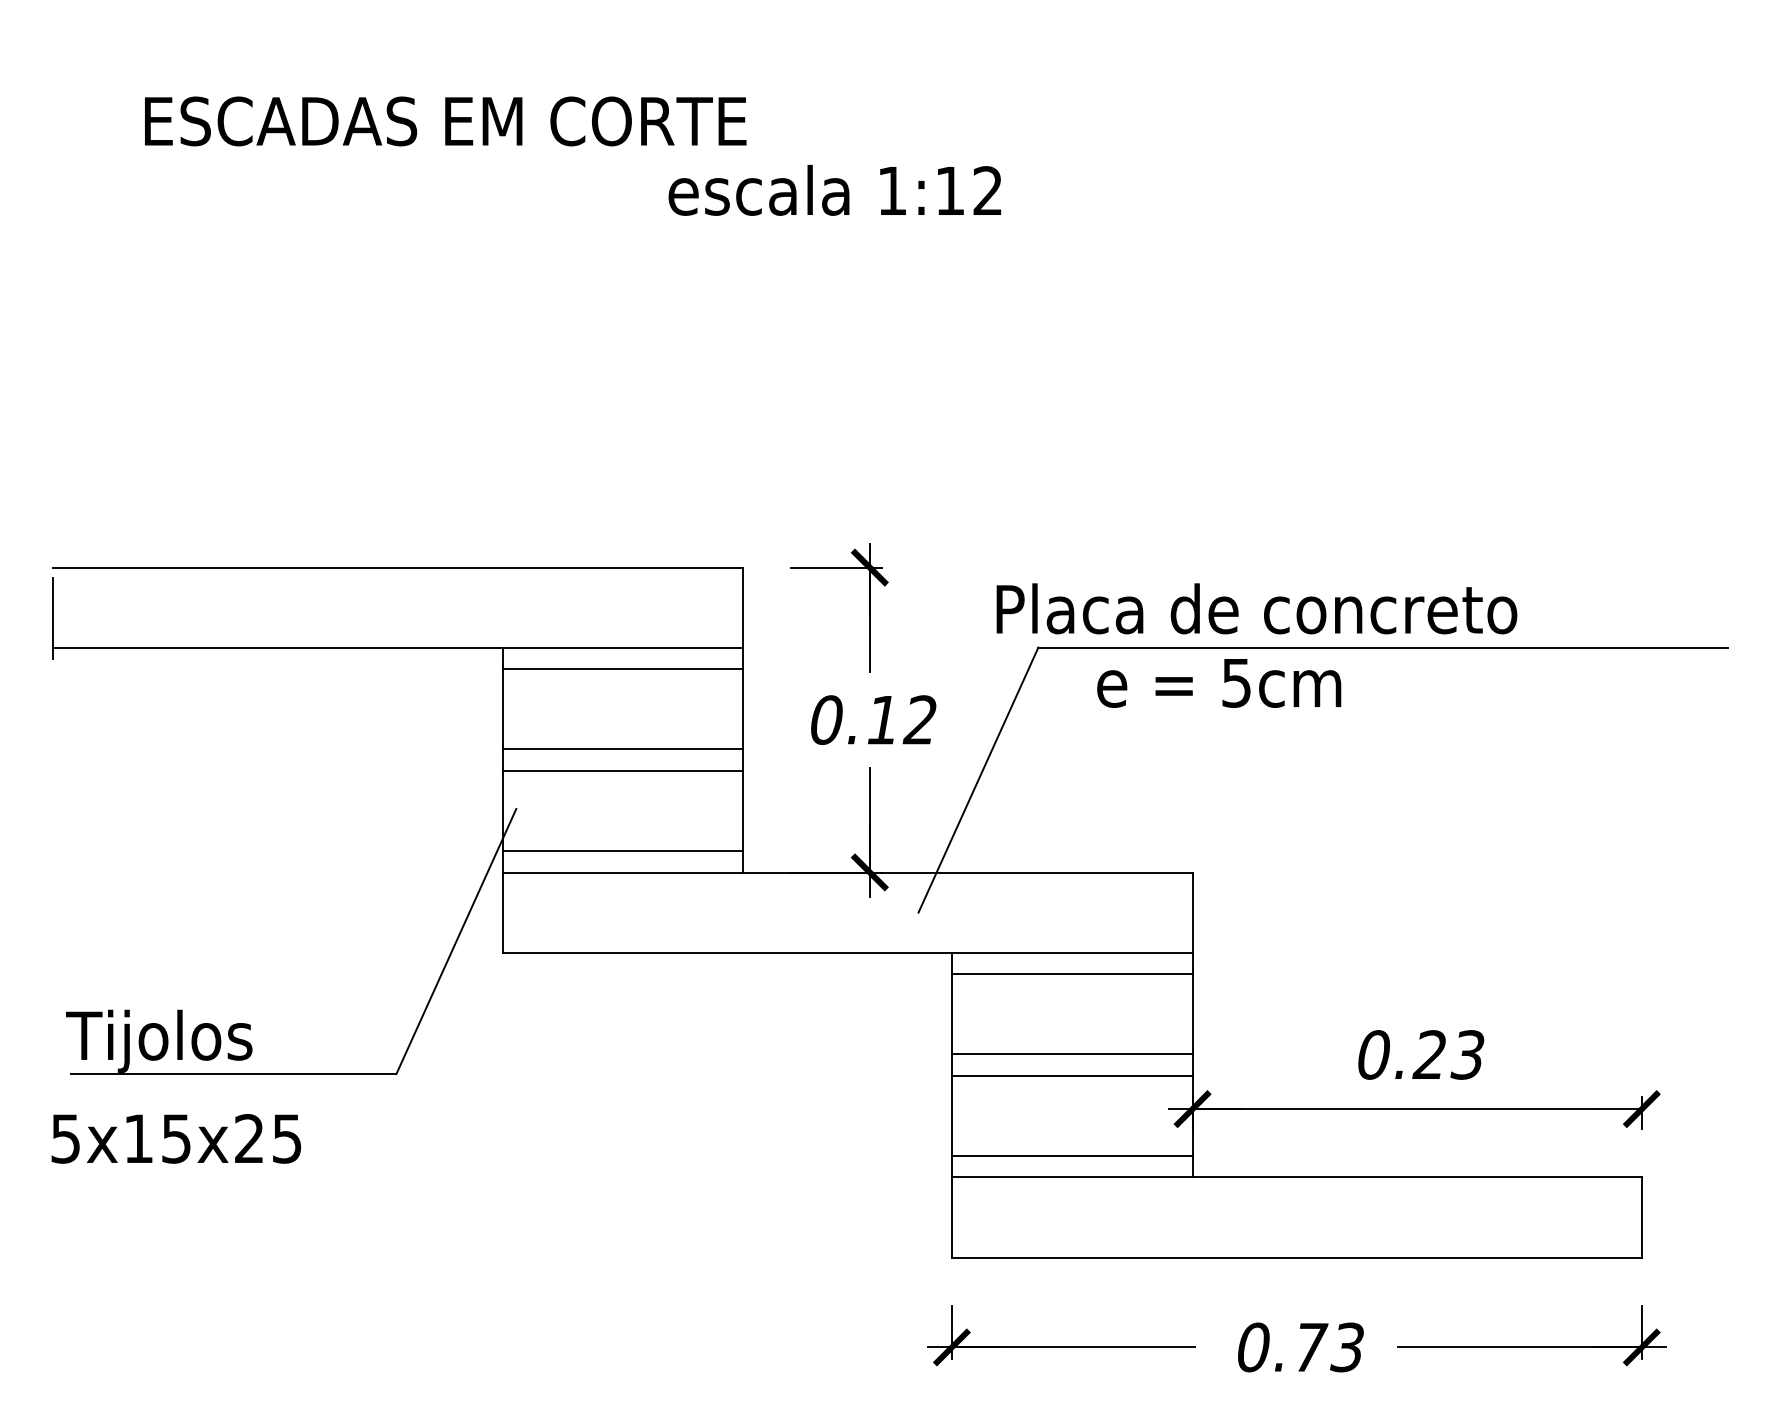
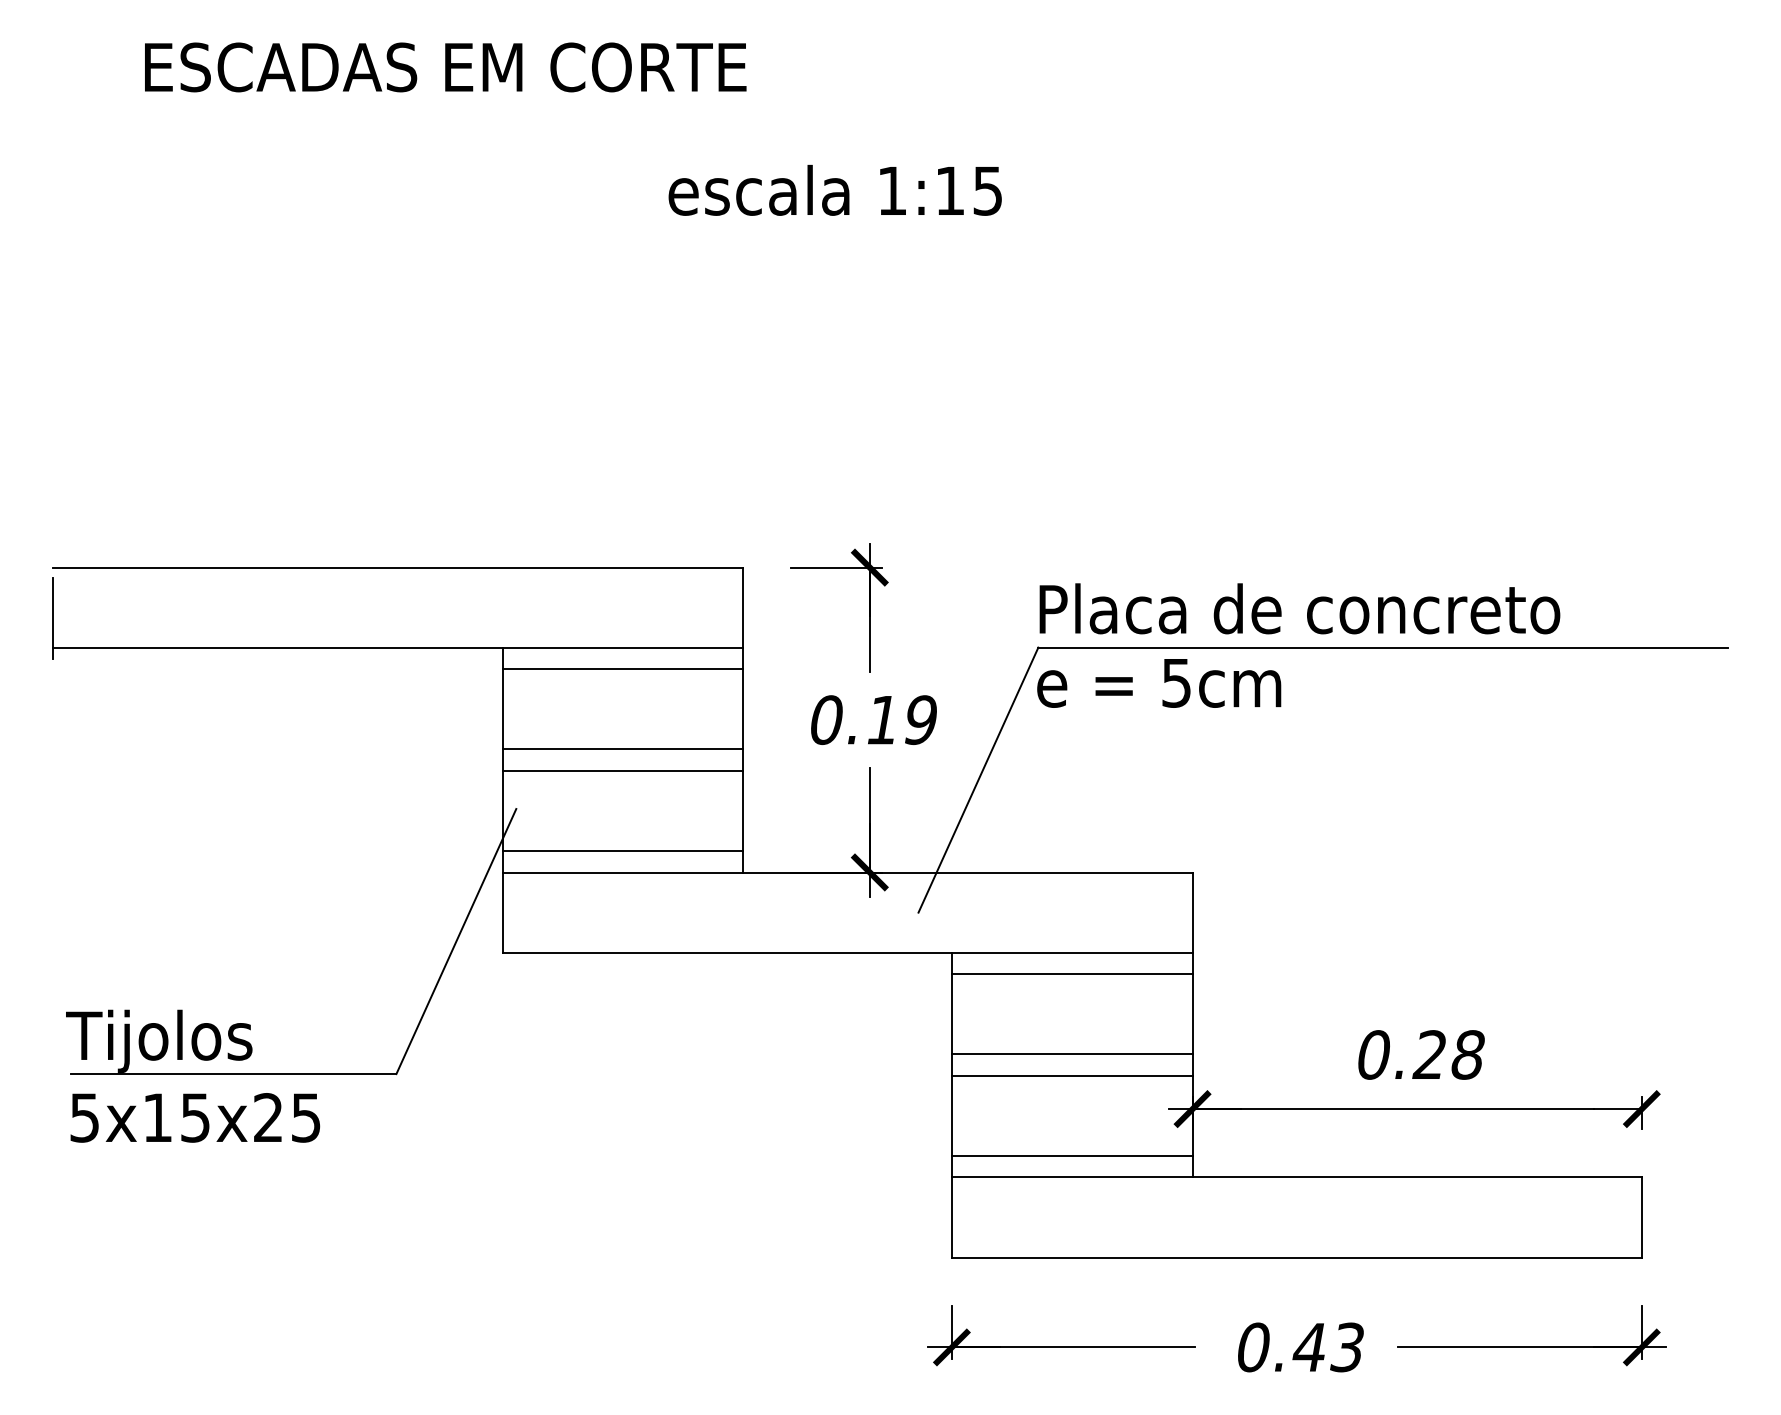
text at (445, 121) position: (445, 121) -> (445, 67)
text at (987, 190): 1:12 -> 1:15
text at (1256, 608) position: (1256, 608) -> (1299, 608)
text at (1219, 683) position: (1219, 683) -> (1159, 683)
text at (919, 720): 0.12 -> 0.19
text at (1467, 1054): 0.23 -> 0.28
text at (176, 1138) position: (176, 1138) -> (195, 1117)
text at (1310, 1347): 0.73 -> 0.43
